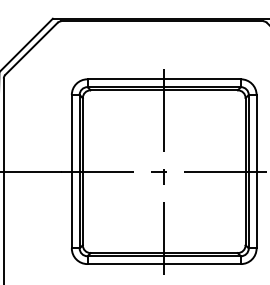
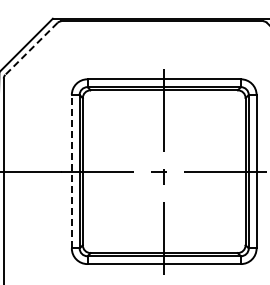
line at (31, 48): solid -> dashed
line at (71, 171): solid -> dashed
